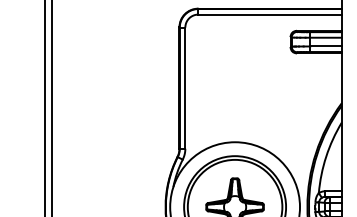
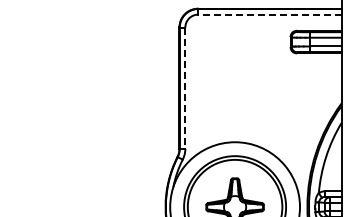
line at (270, 14): solid -> dashed
line at (185, 88): solid -> dashed
line at (45, 107): present -> none
line at (51, 107): present -> none
